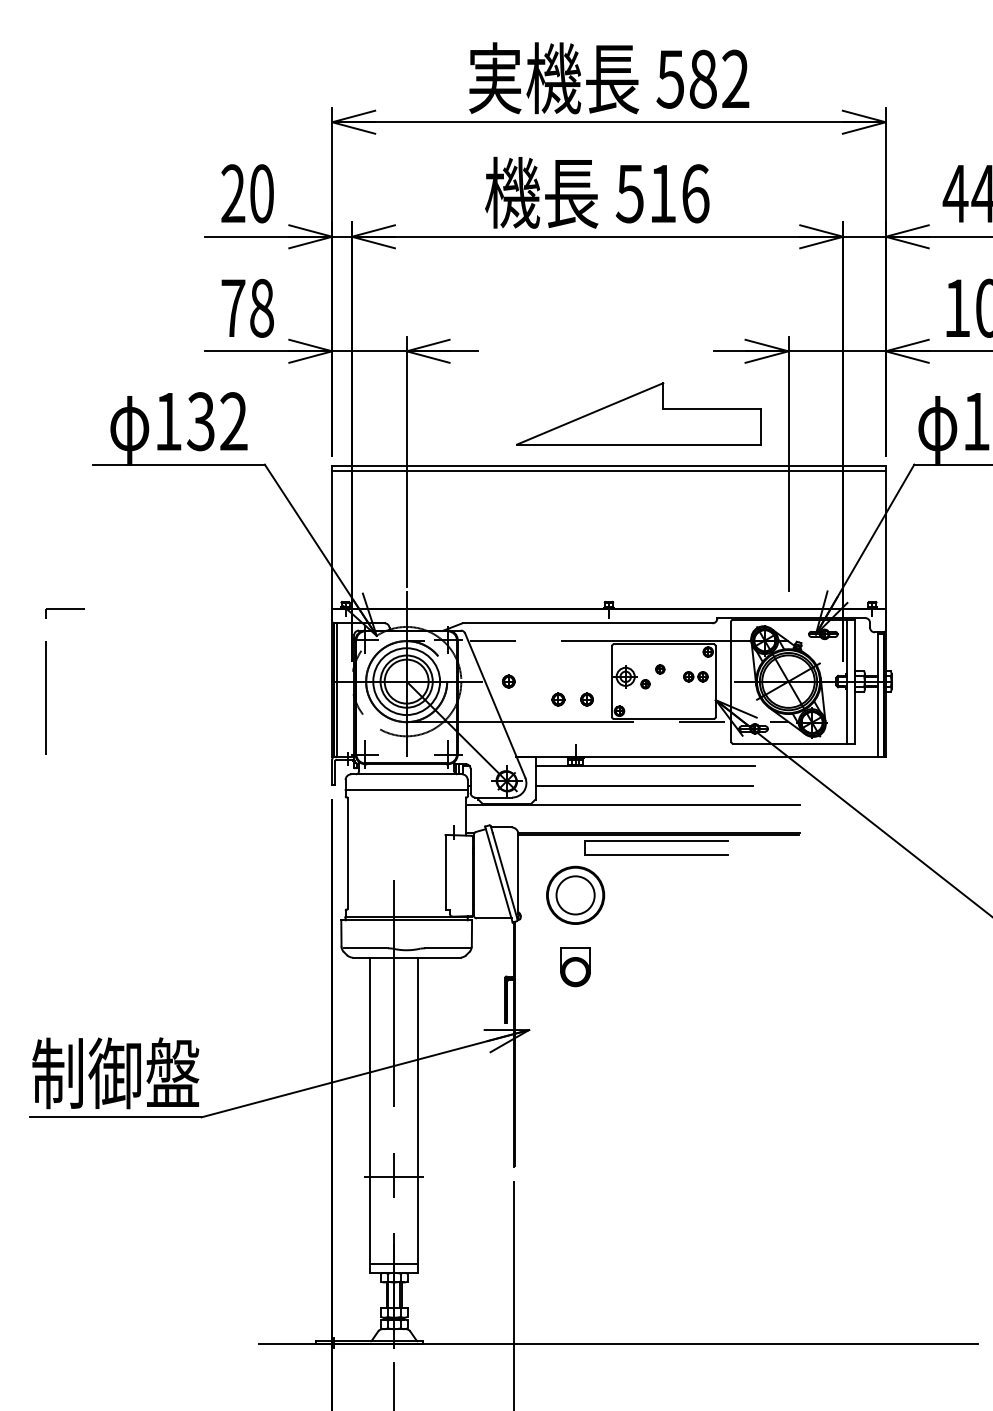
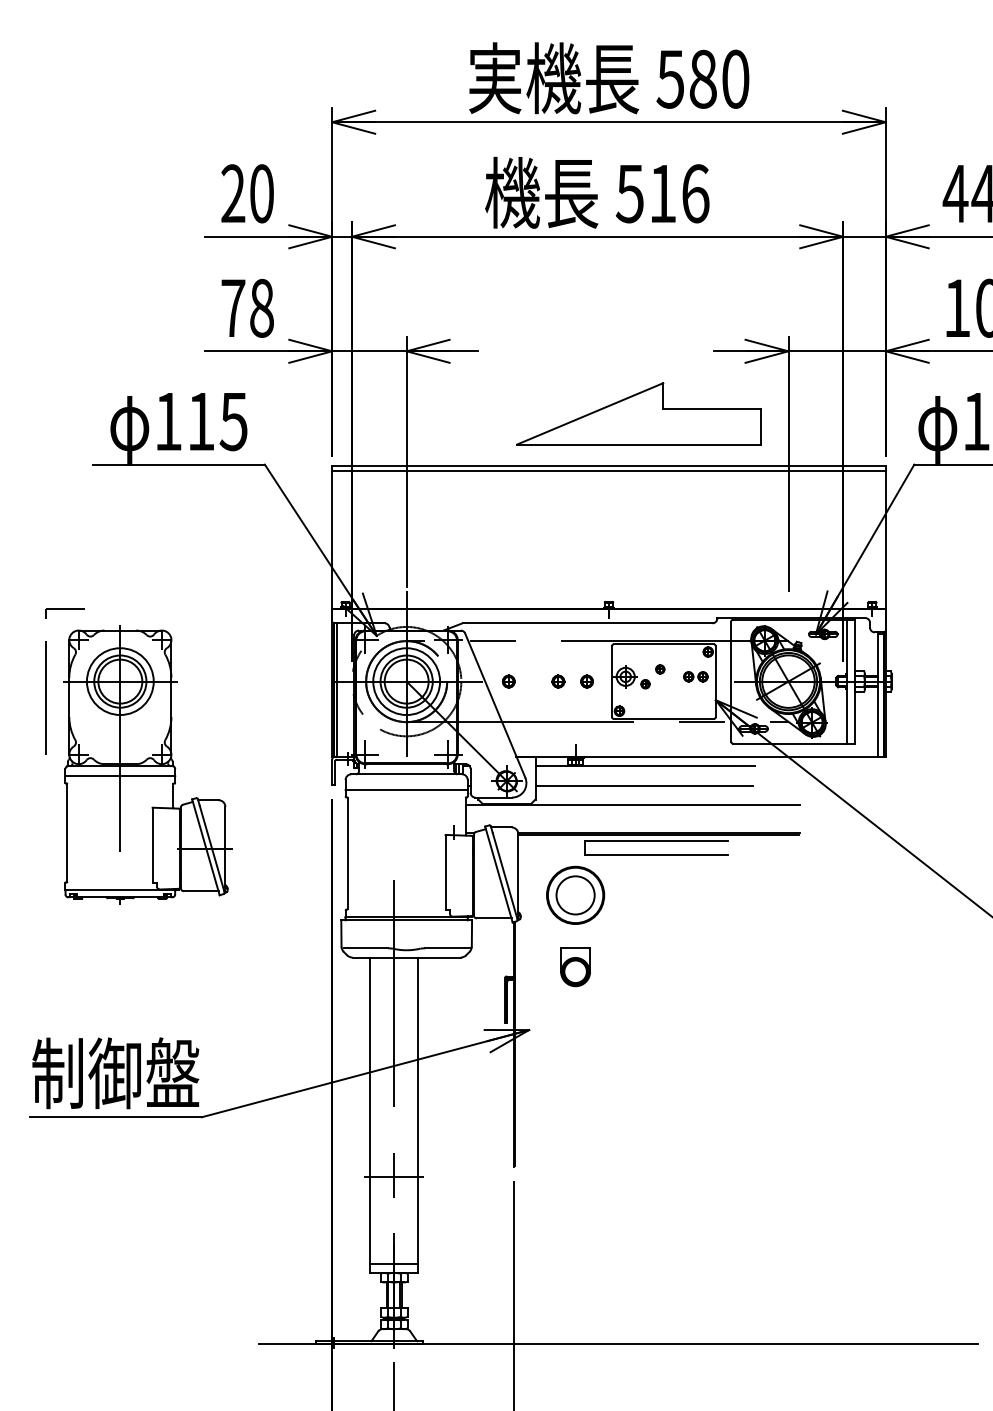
text at (735, 78): 582 -> 580
text at (216, 421): 132 -> 115
part at (565, 699) position: (565, 699) -> (565, 681)
part at (147, 764): none -> present
